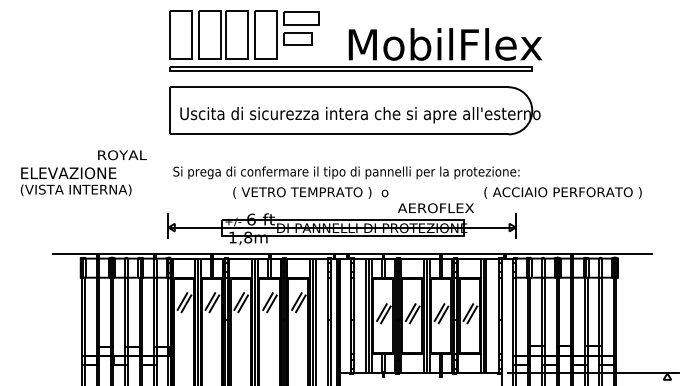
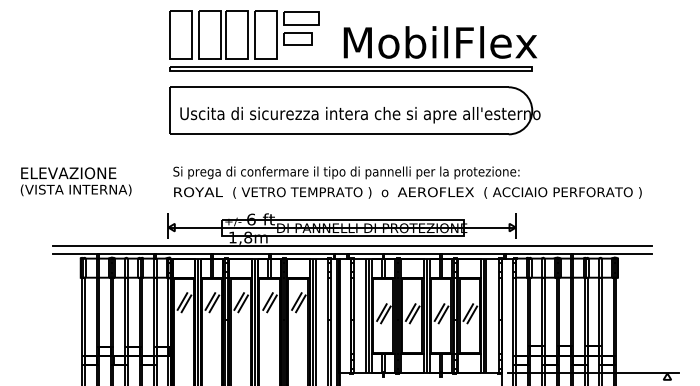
text at (444, 44) position: (444, 44) -> (439, 42)
text at (122, 155) position: (122, 155) -> (198, 192)
text at (435, 208) position: (435, 208) -> (435, 192)
line at (351, 246): none -> present
